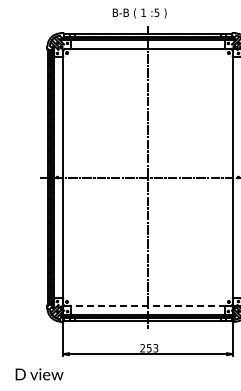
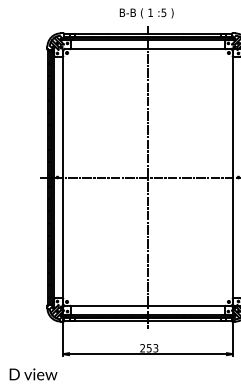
text at (139, 13) position: (139, 13) -> (146, 13)
line at (148, 305): dashed -> solid
text at (39, 374) position: (39, 374) -> (33, 374)
